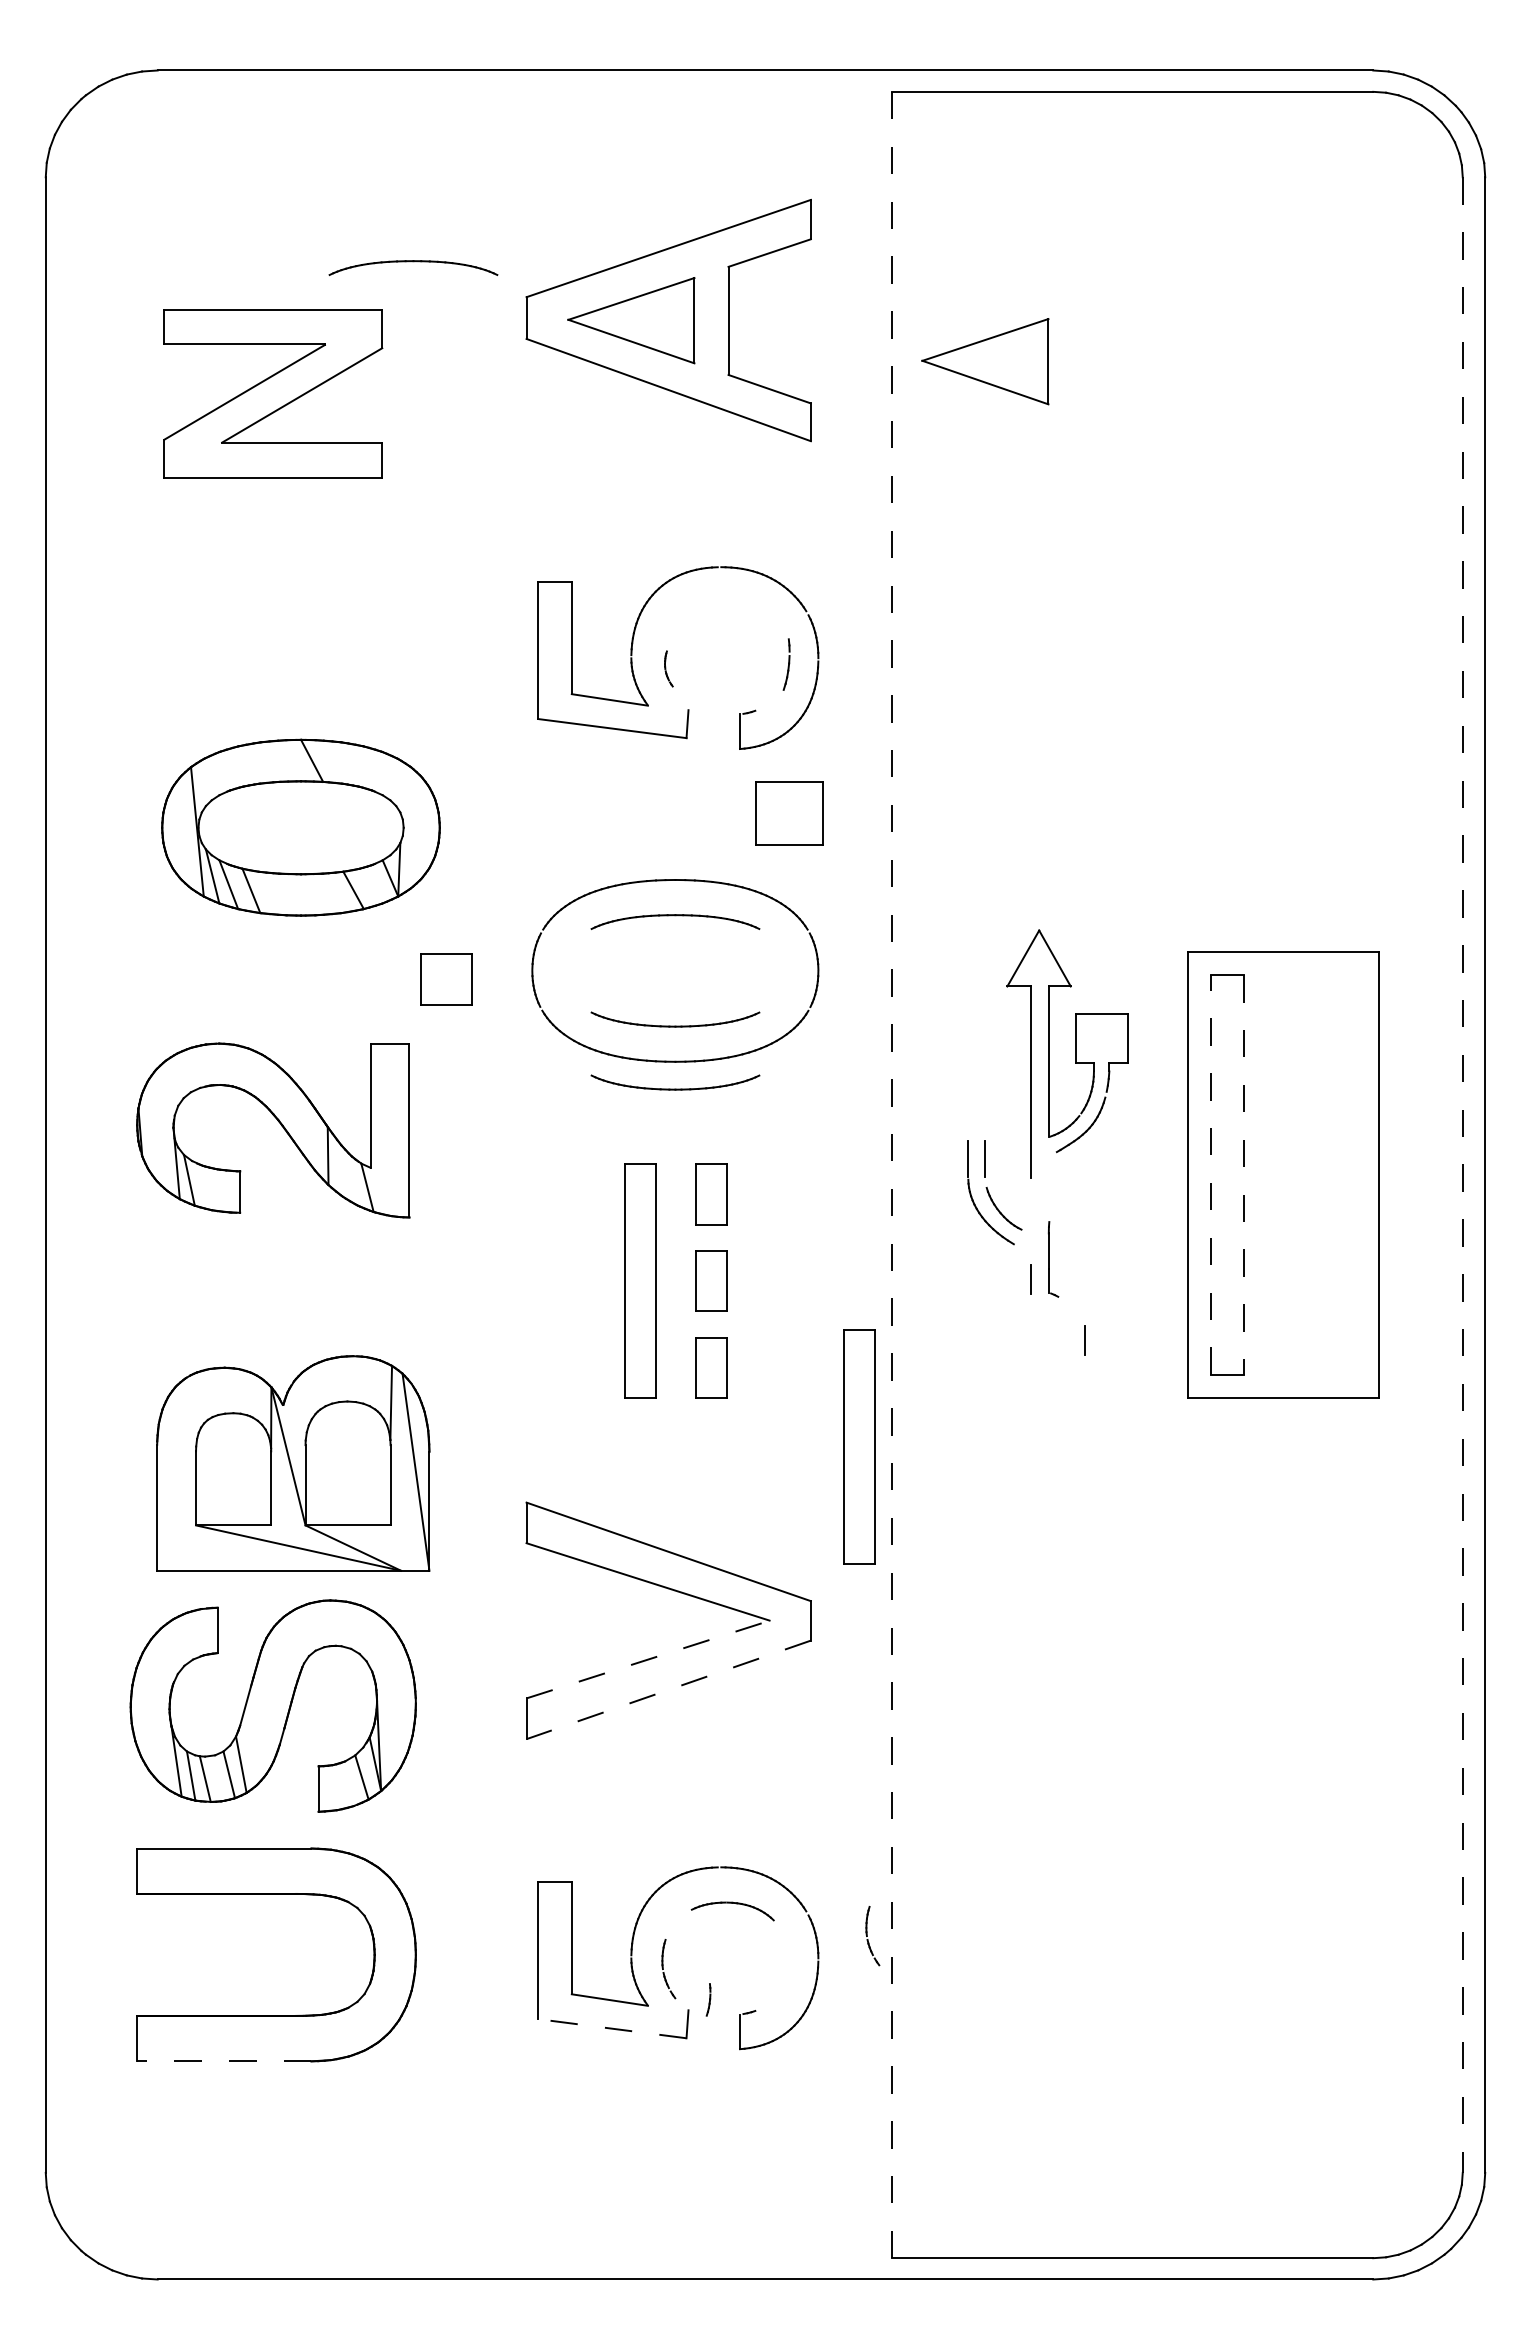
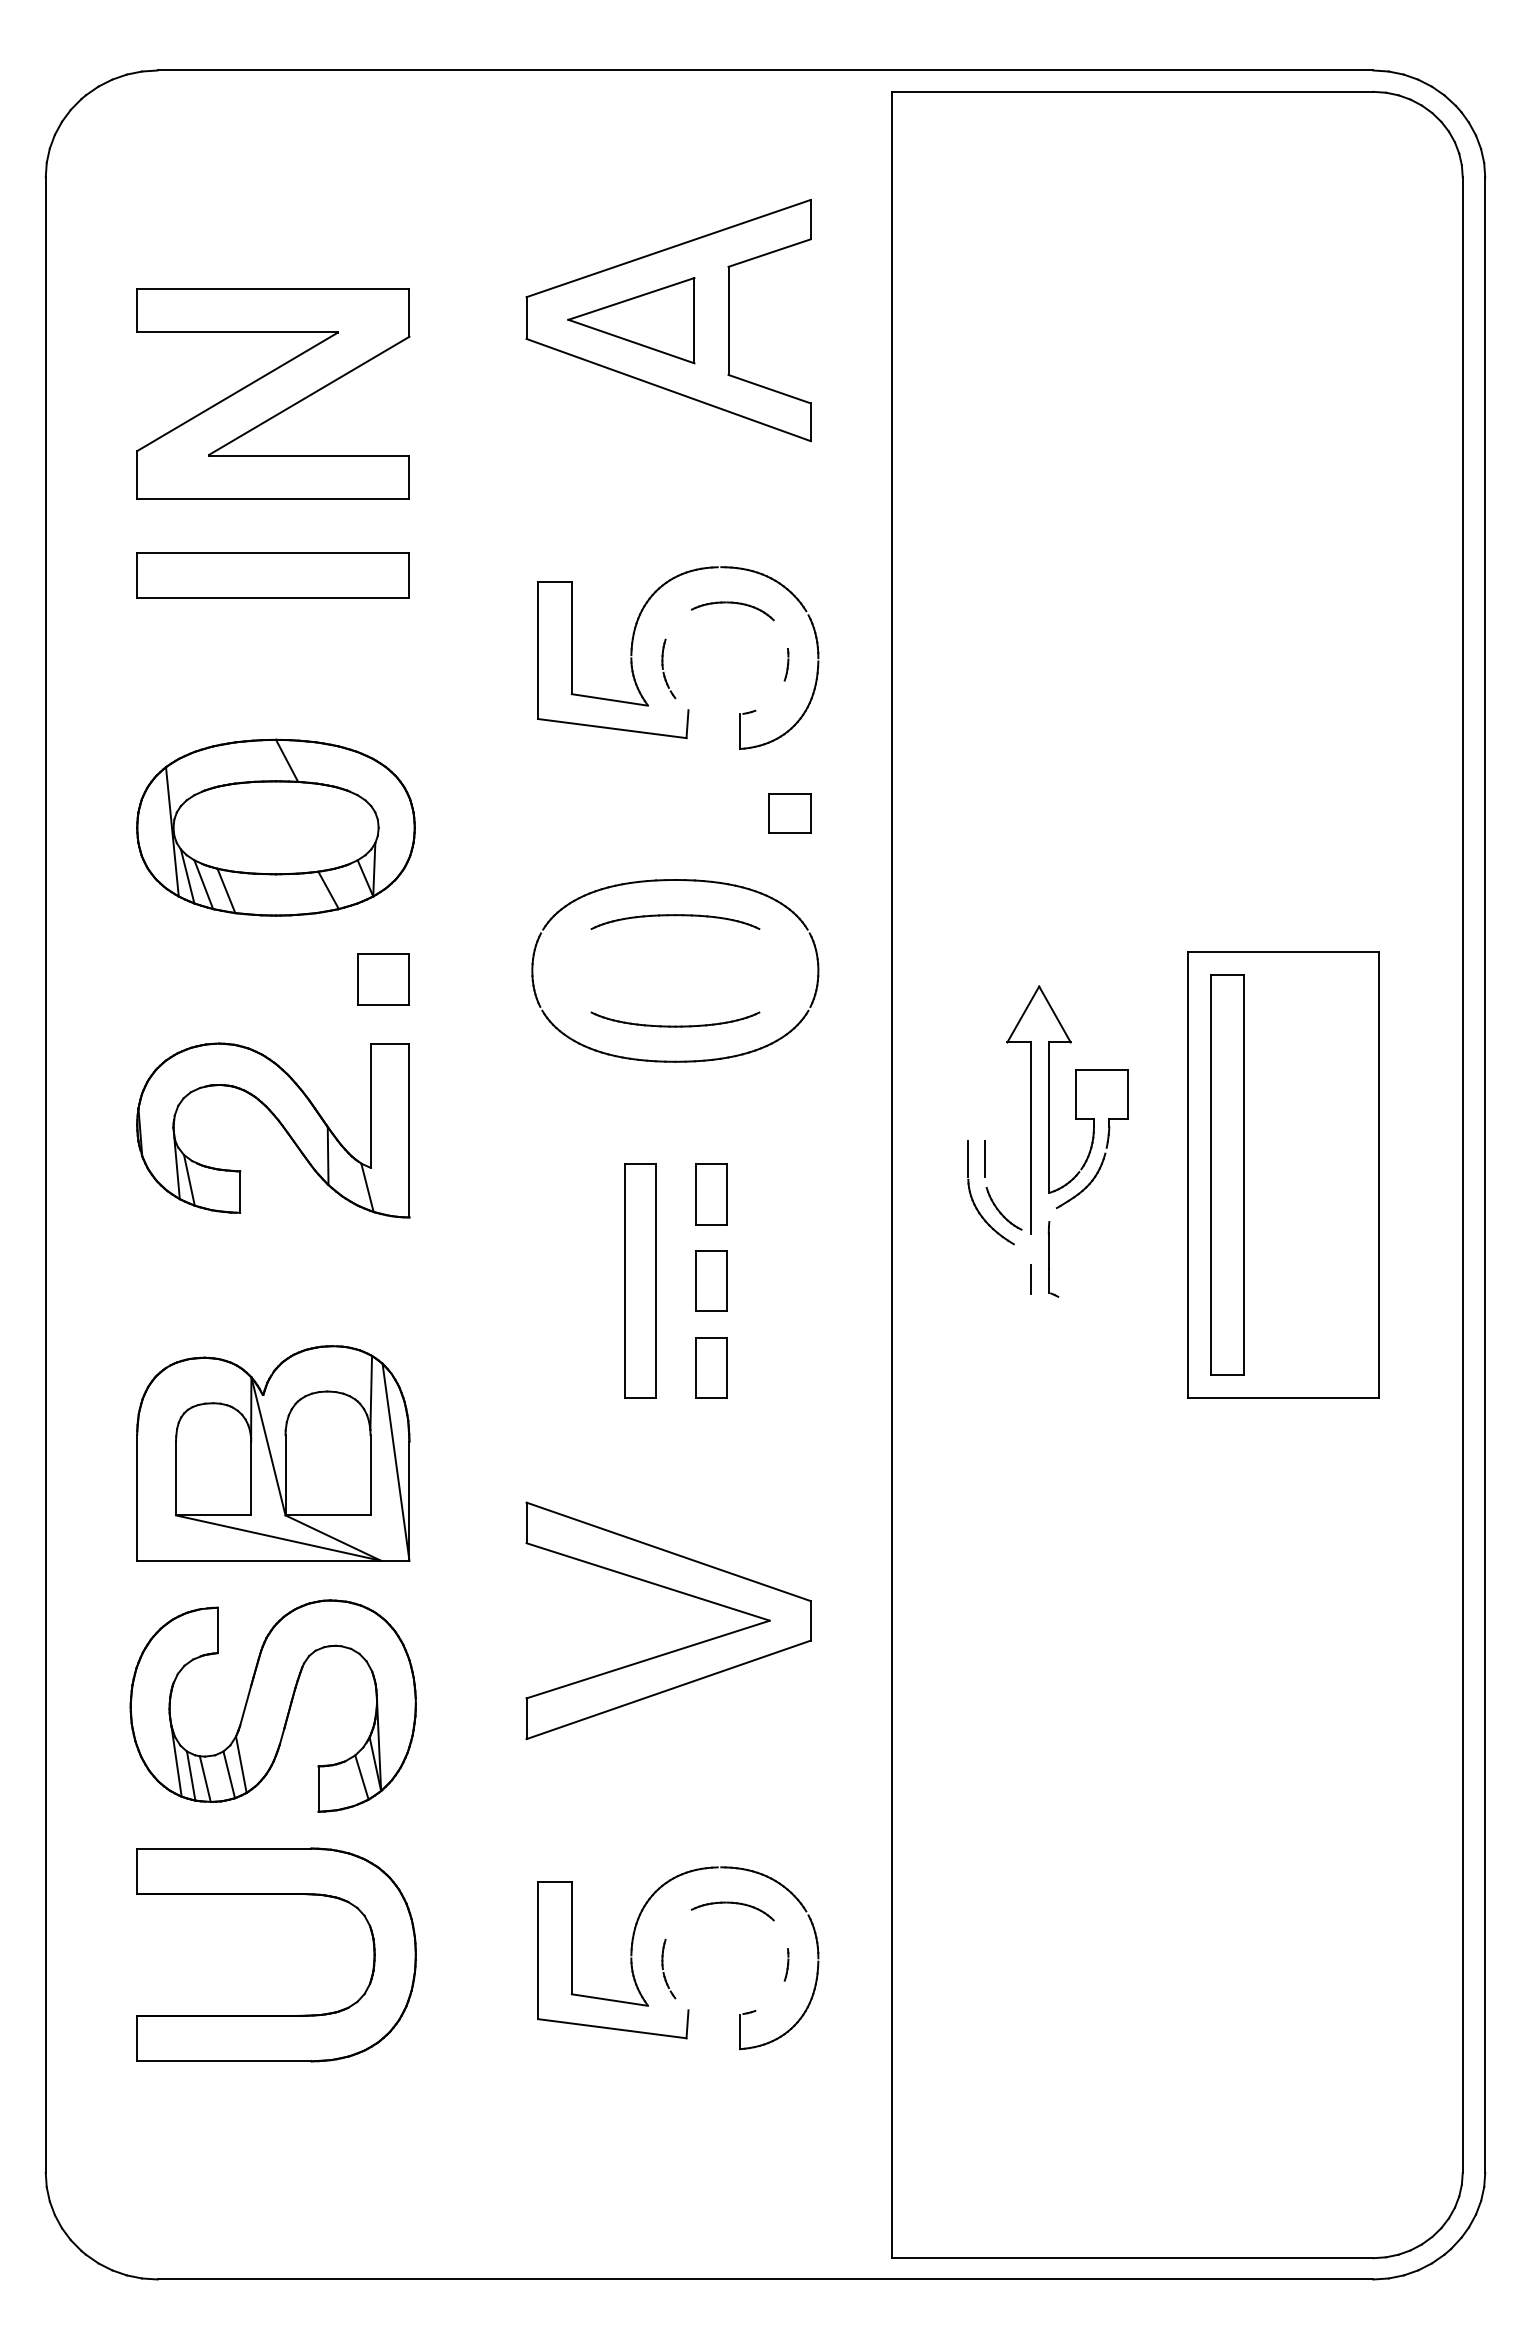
part at (413, 267): present -> none
part at (985, 361): present -> none
part at (273, 393) size: 221x170 px -> 275x212 px
part at (272, 575): none -> present
part at (732, 603): none -> present
part at (786, 664) size: 9x53 px -> 7x34 px
part at (668, 668) size: 10x38 px -> 16x62 px
part at (789, 813) size: 69x65 px -> 44x41 px
part at (300, 827) position: (300, 827) -> (275, 827)
part at (446, 979) position: (446, 979) -> (383, 979)
part at (1075, 1053) position: (1075, 1053) -> (1075, 1109)
part at (675, 1082): present -> none
line at (891, 1174): dashed -> solid
line at (1211, 1175): dashed -> solid
line at (1244, 1175): dashed -> solid
line at (1462, 1175): dashed -> solid
line at (1084, 1340): present -> none
part at (859, 1446): present -> none
part at (293, 1463) position: (293, 1463) -> (273, 1453)
line at (648, 1659): dashed -> solid
line at (668, 1690): dashed -> solid
part at (872, 1936): present -> none
part at (708, 1999) position: (708, 1999) -> (786, 1964)
line at (612, 2028): dashed -> solid
line at (223, 2061): dashed -> solid
